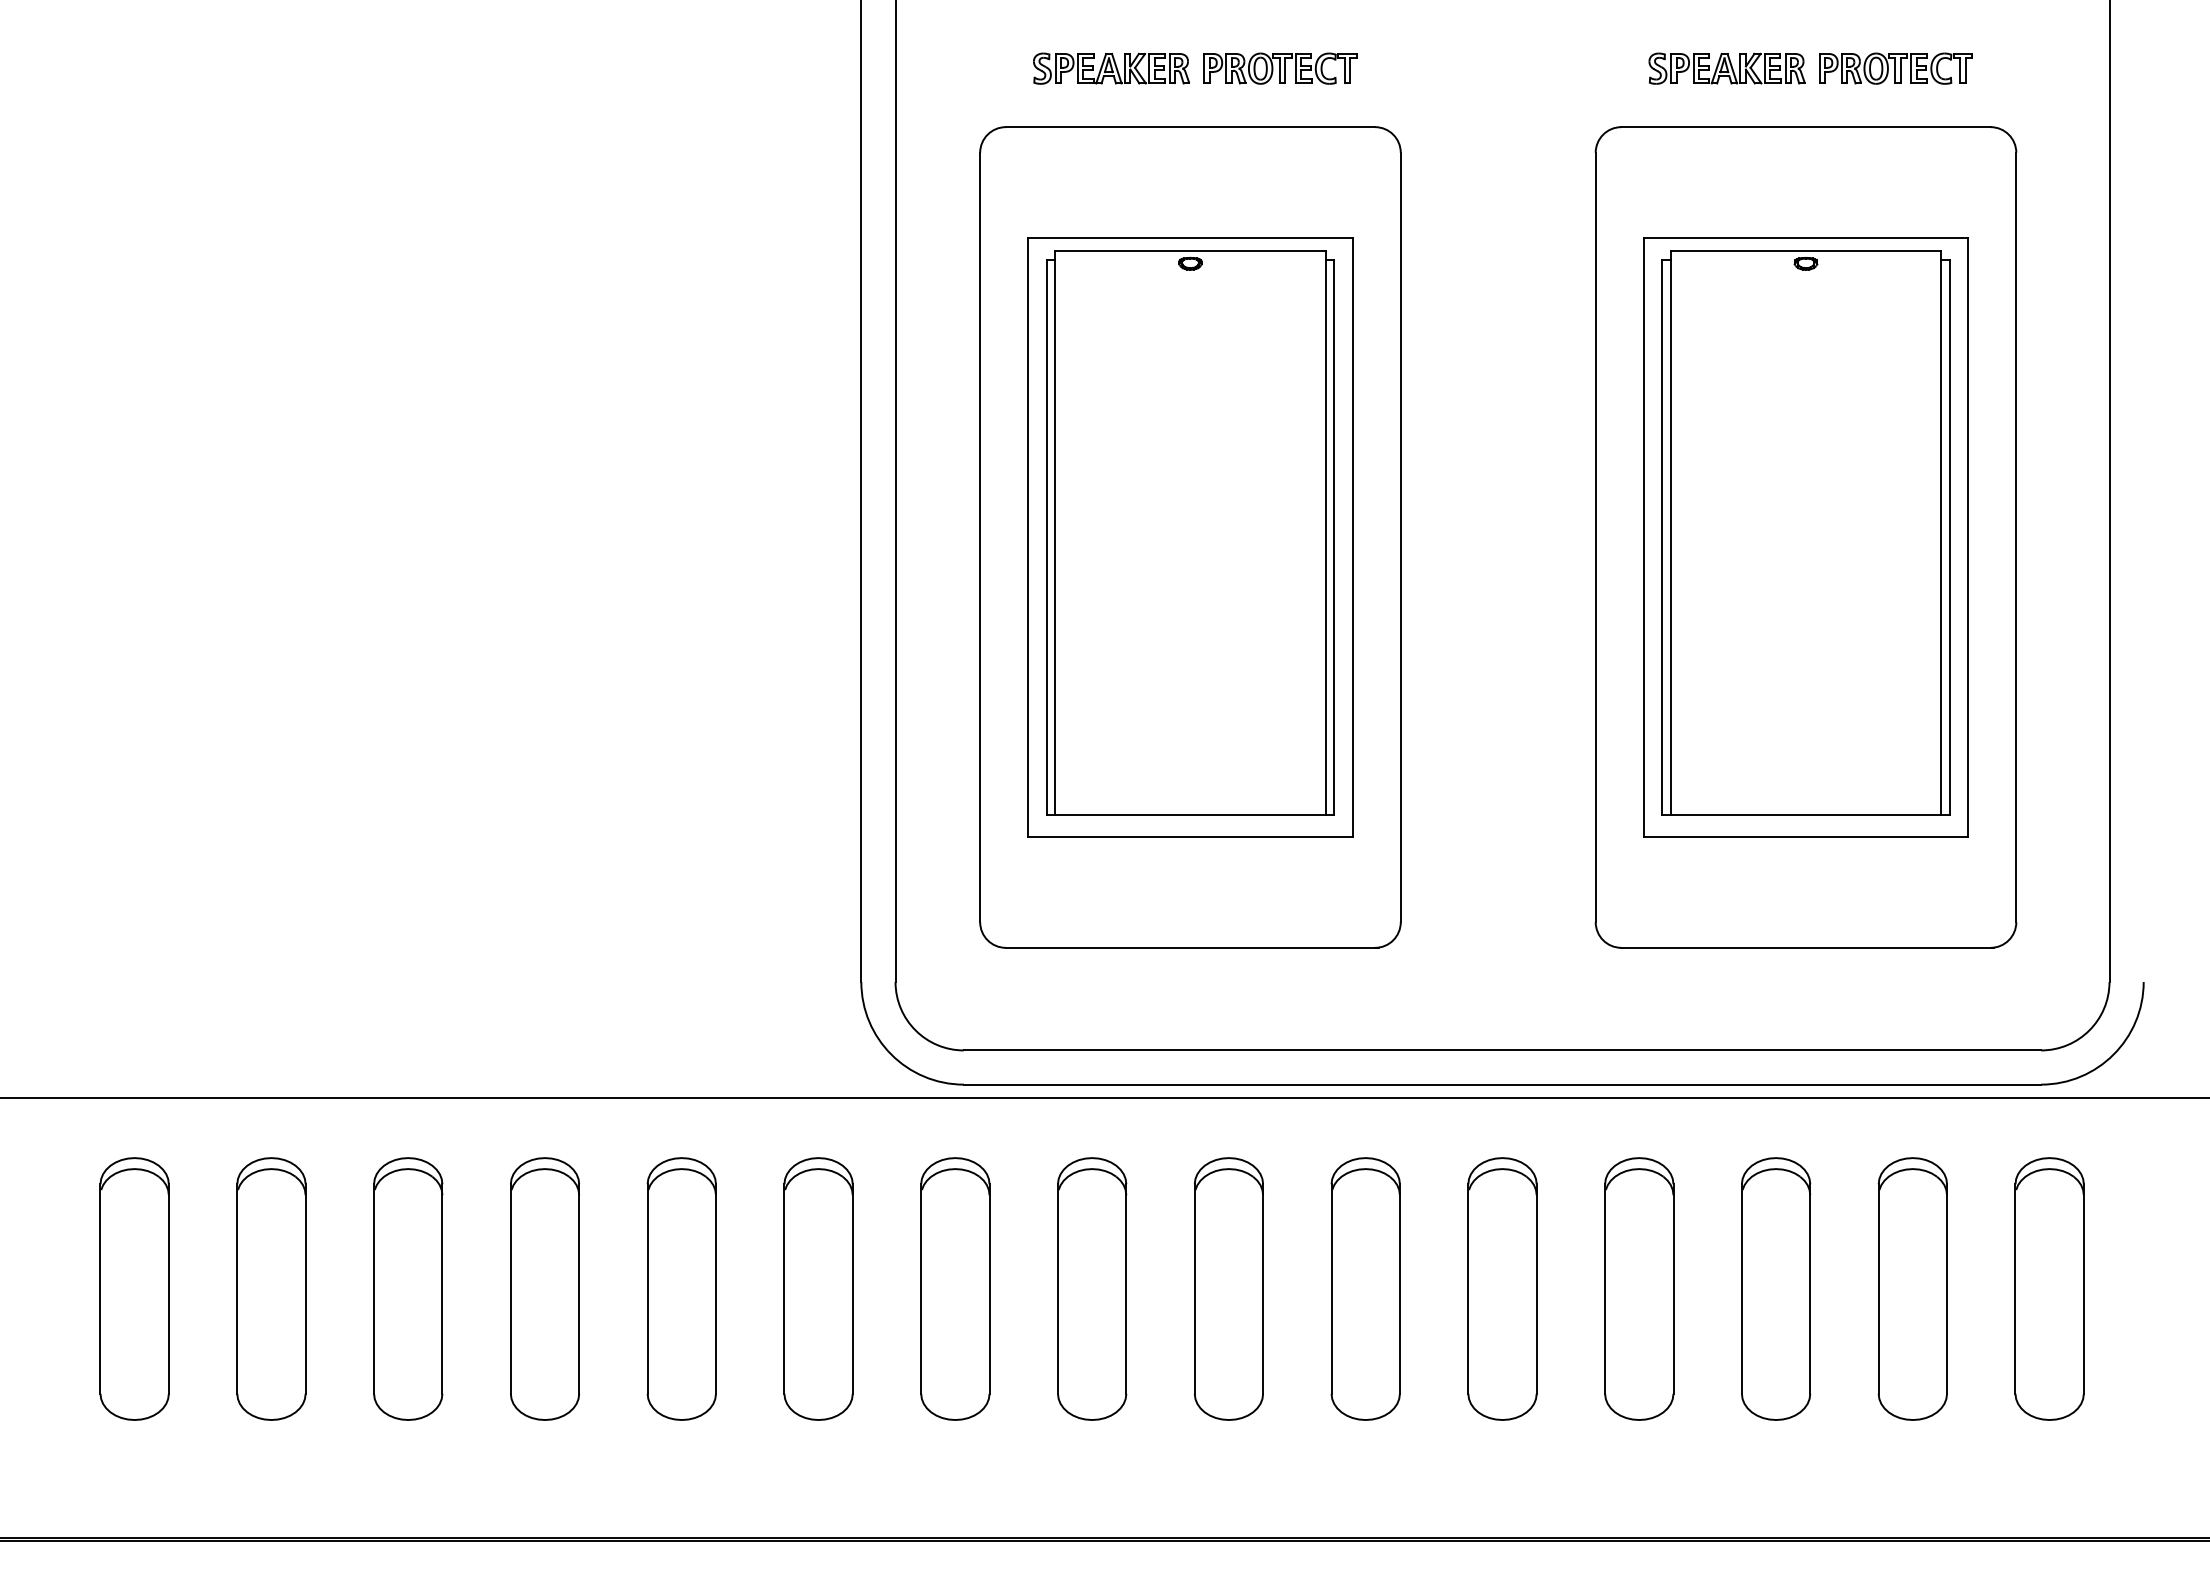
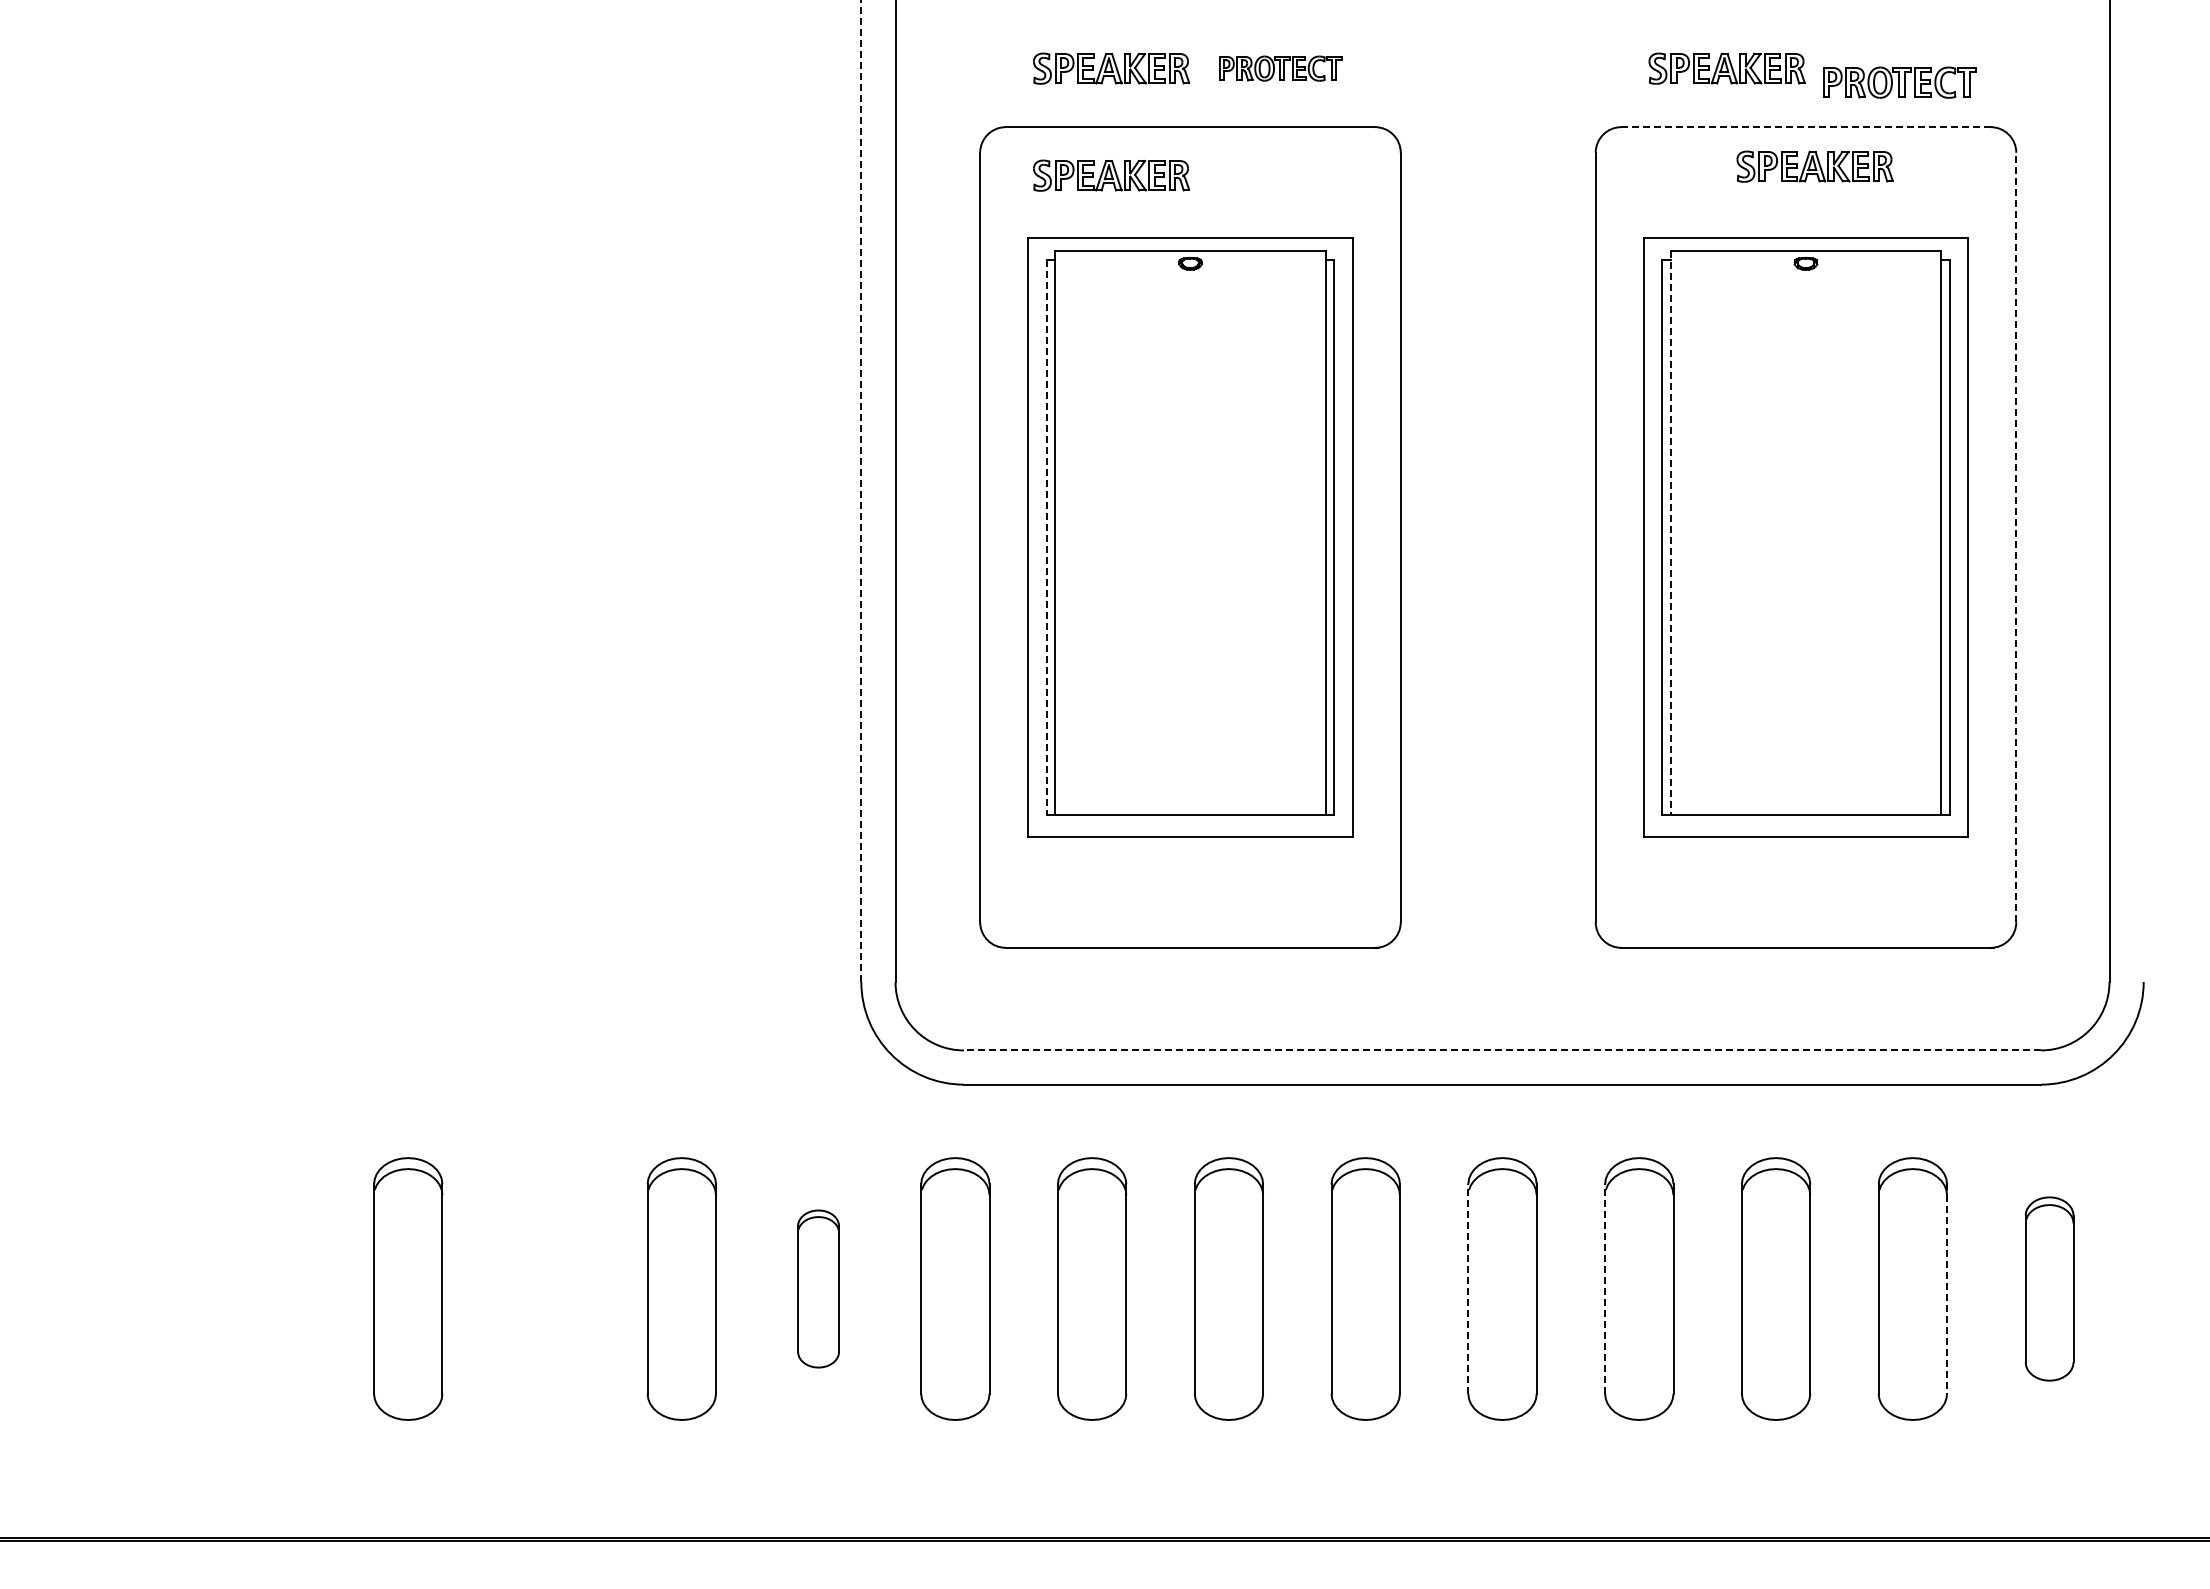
part at (1280, 68) size: 155x33 px -> 124x27 px
part at (1895, 68) position: (1895, 68) -> (1899, 82)
line at (1806, 127): solid -> dashed
part at (1814, 166): none -> present
part at (1111, 175): none -> present
line at (861, 491): solid -> dashed
line at (1670, 533): solid -> dashed
line at (1046, 537): solid -> dashed
line at (2016, 537): solid -> dashed
line at (1502, 1050): solid -> dashed
line at (1104, 1098): present -> none
part at (134, 1288): present -> none
part at (271, 1288): present -> none
part at (544, 1288): present -> none
part at (818, 1288) size: 71x264 px -> 43x160 px
part at (2049, 1288) size: 71x264 px -> 51x186 px
line at (1468, 1289): solid -> dashed
line at (1605, 1289): solid -> dashed
line at (1947, 1289): solid -> dashed
